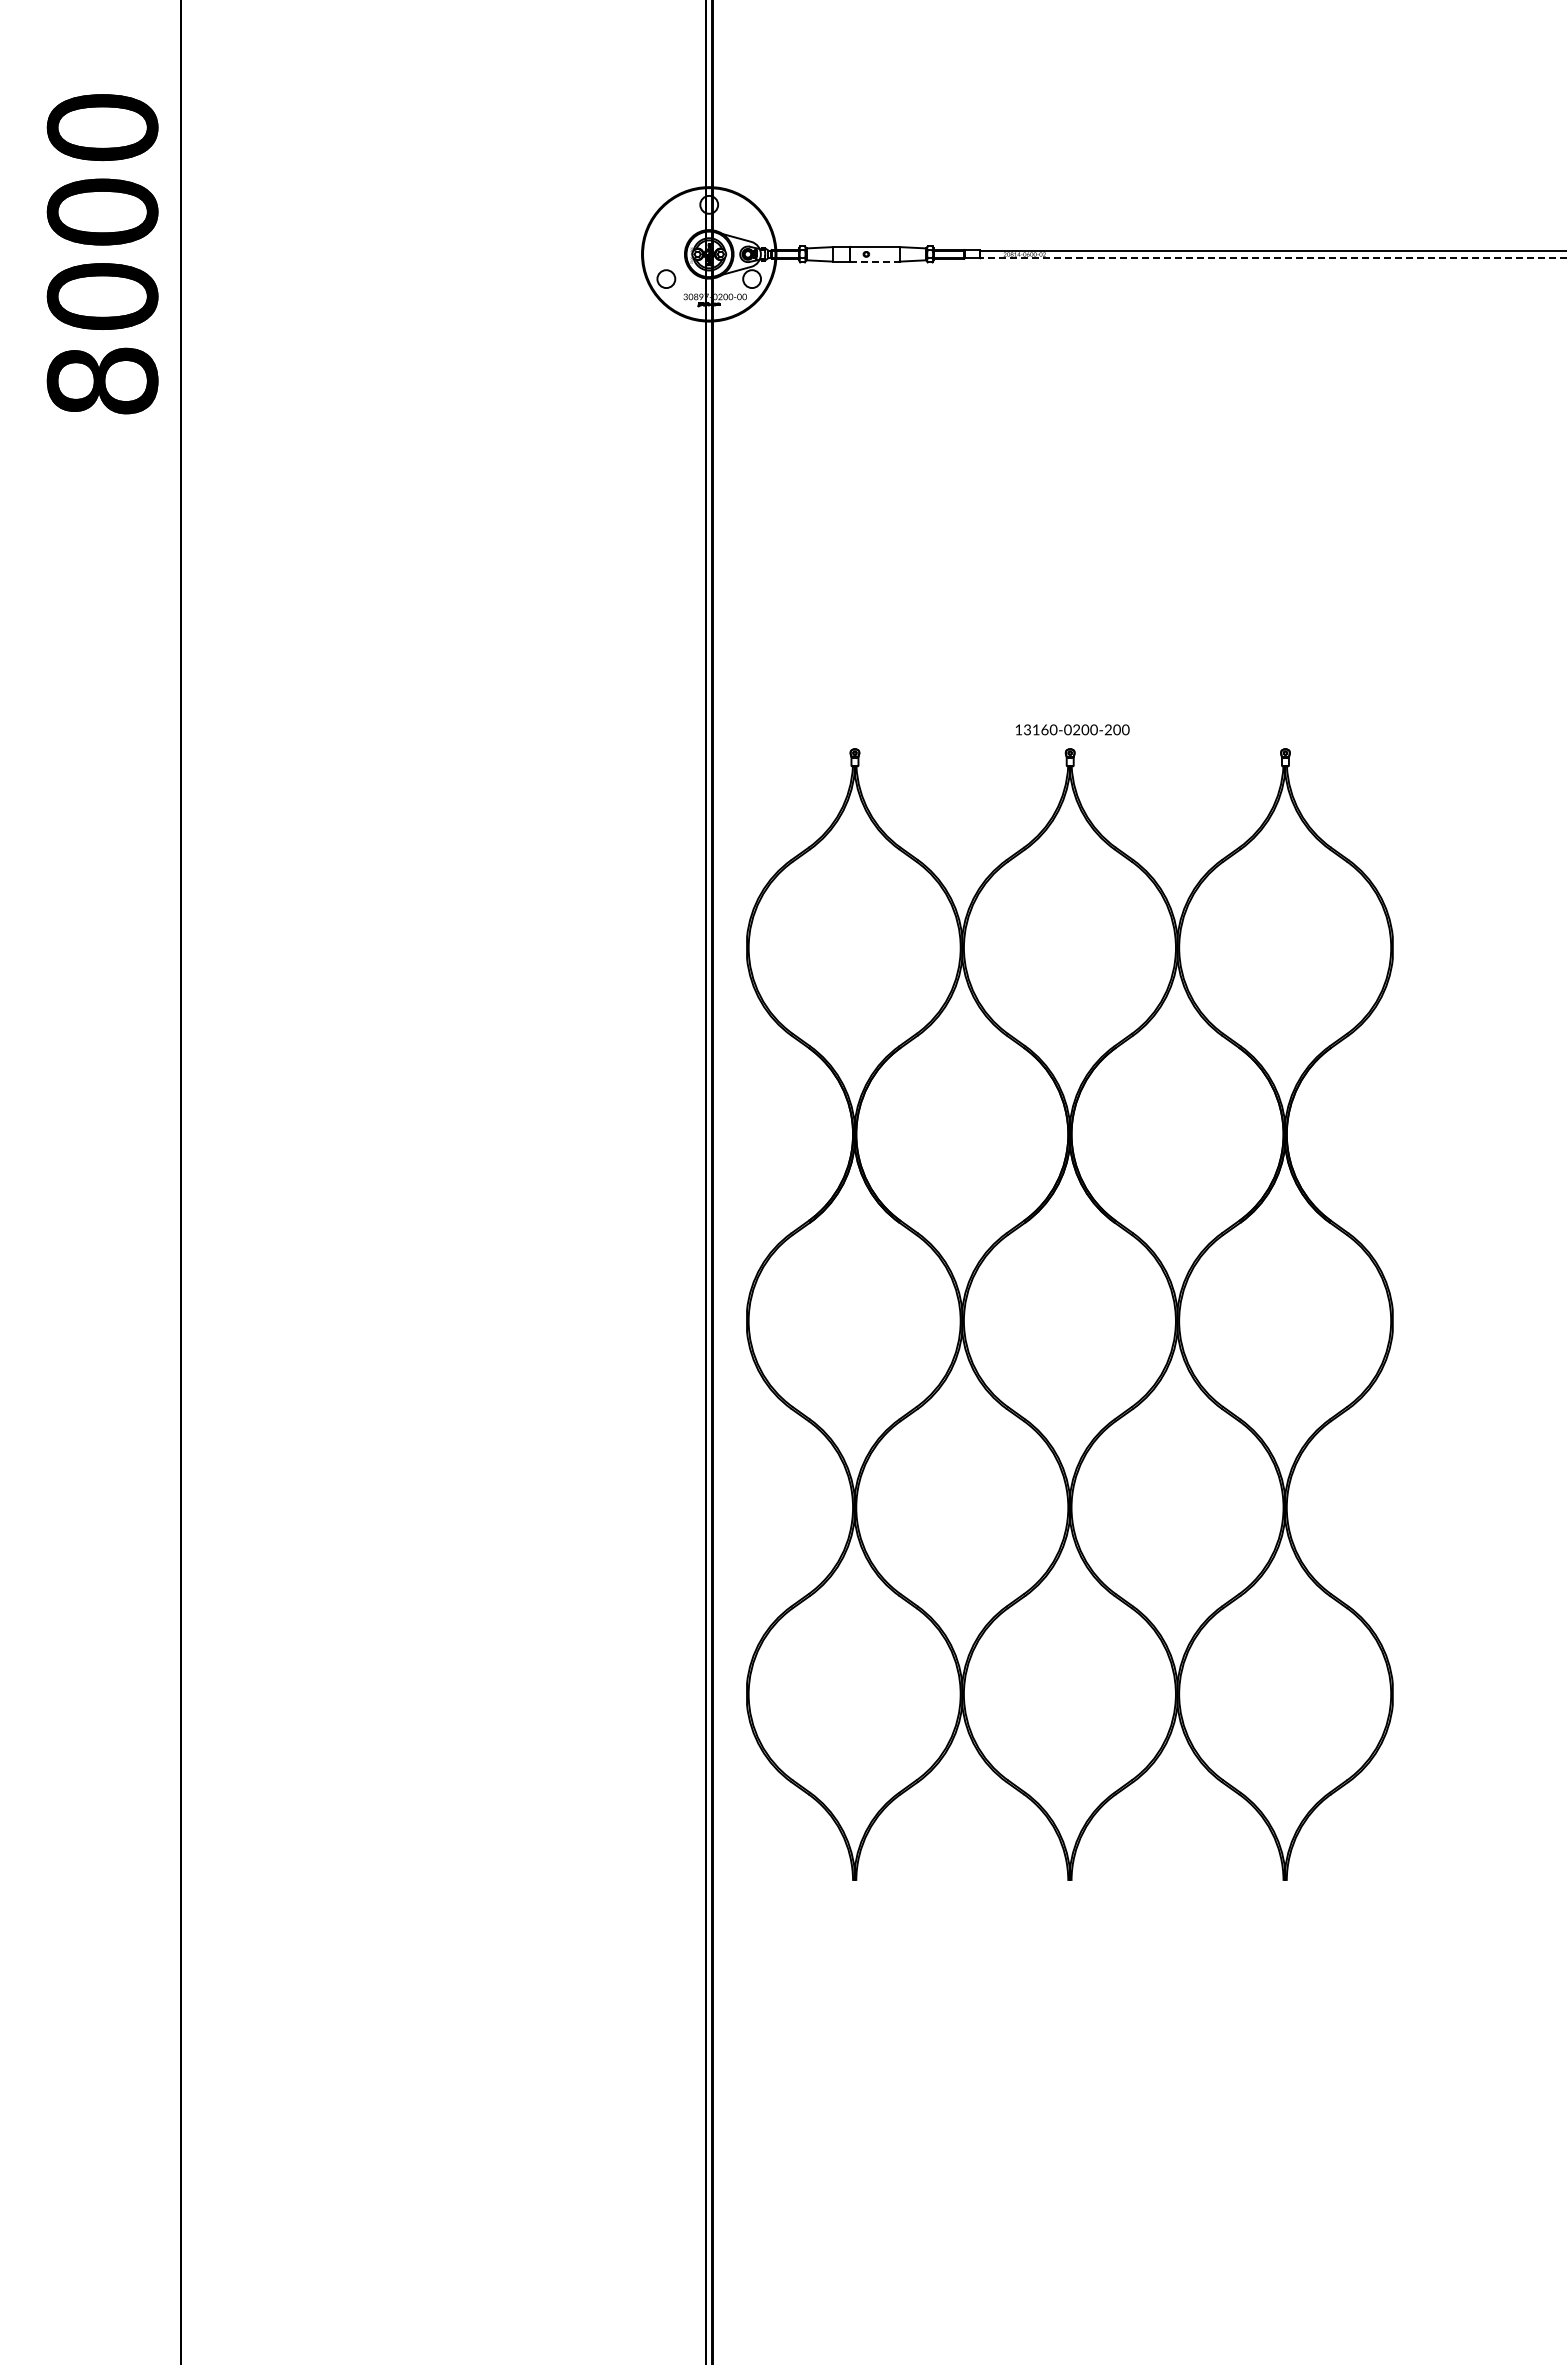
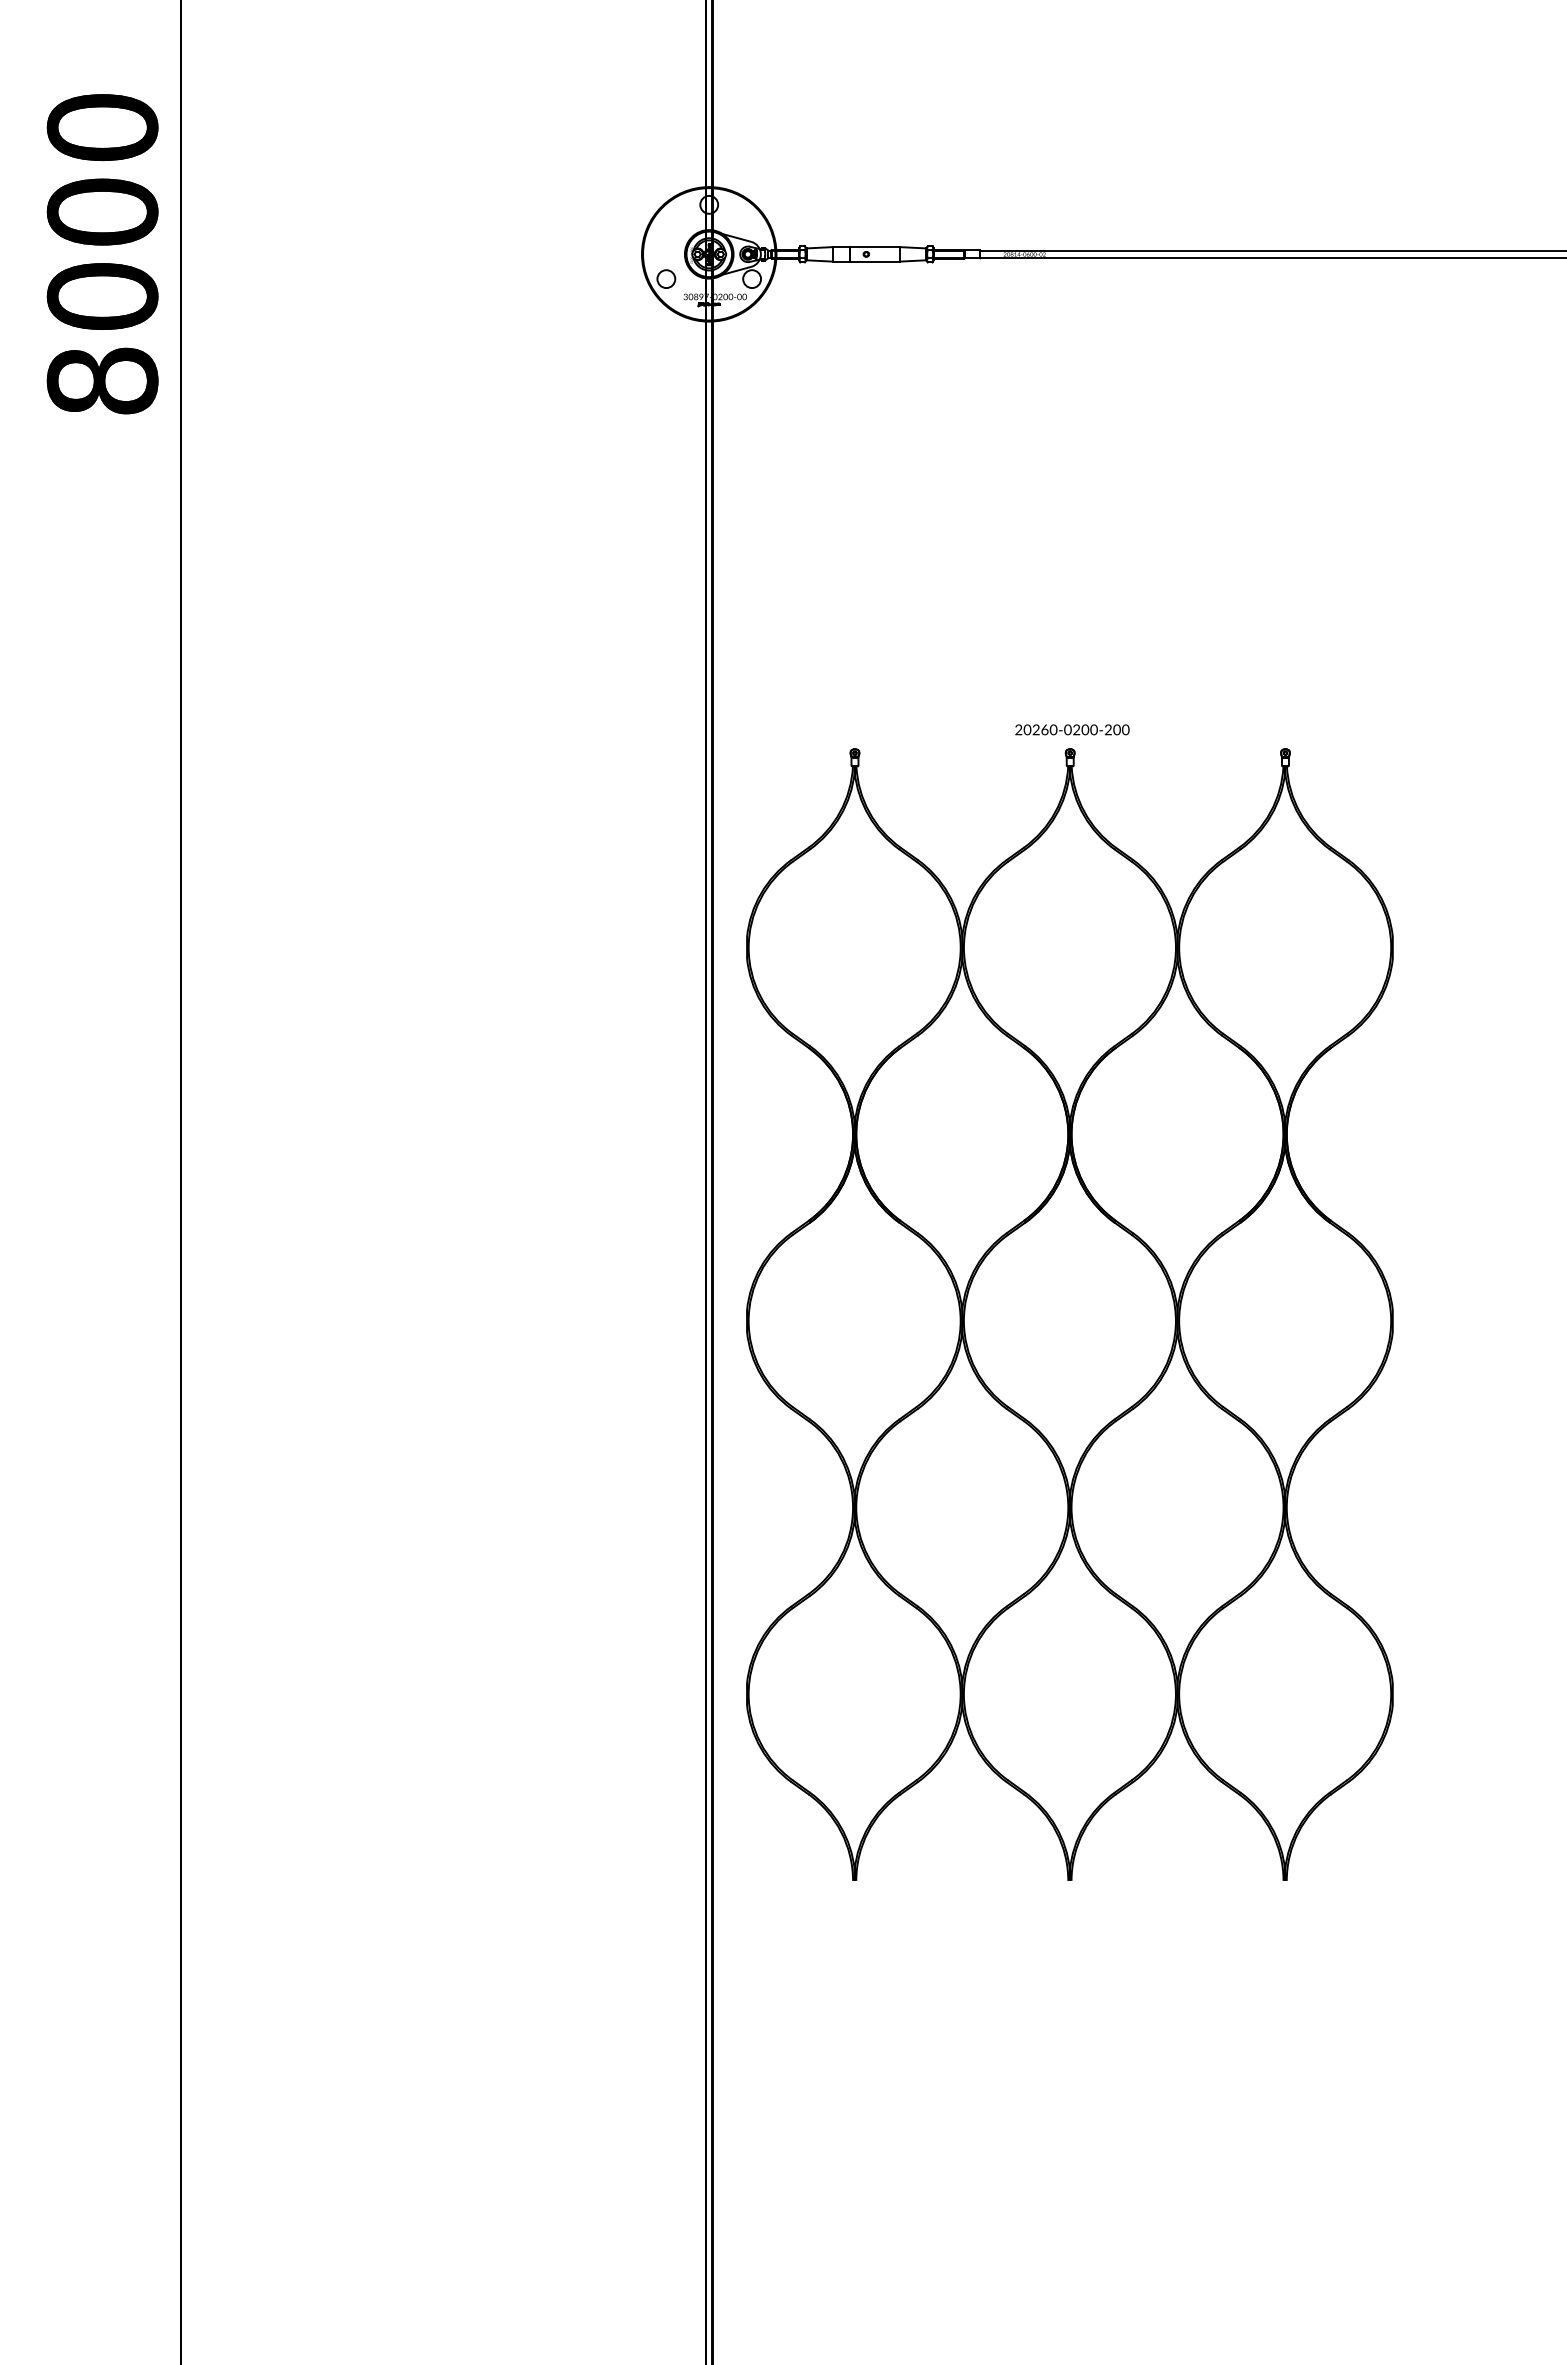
line at (1273, 257): dashed -> solid
line at (875, 261): dashed -> solid
text at (1027, 729): 13160-0200-200 -> 20260-0200-200
